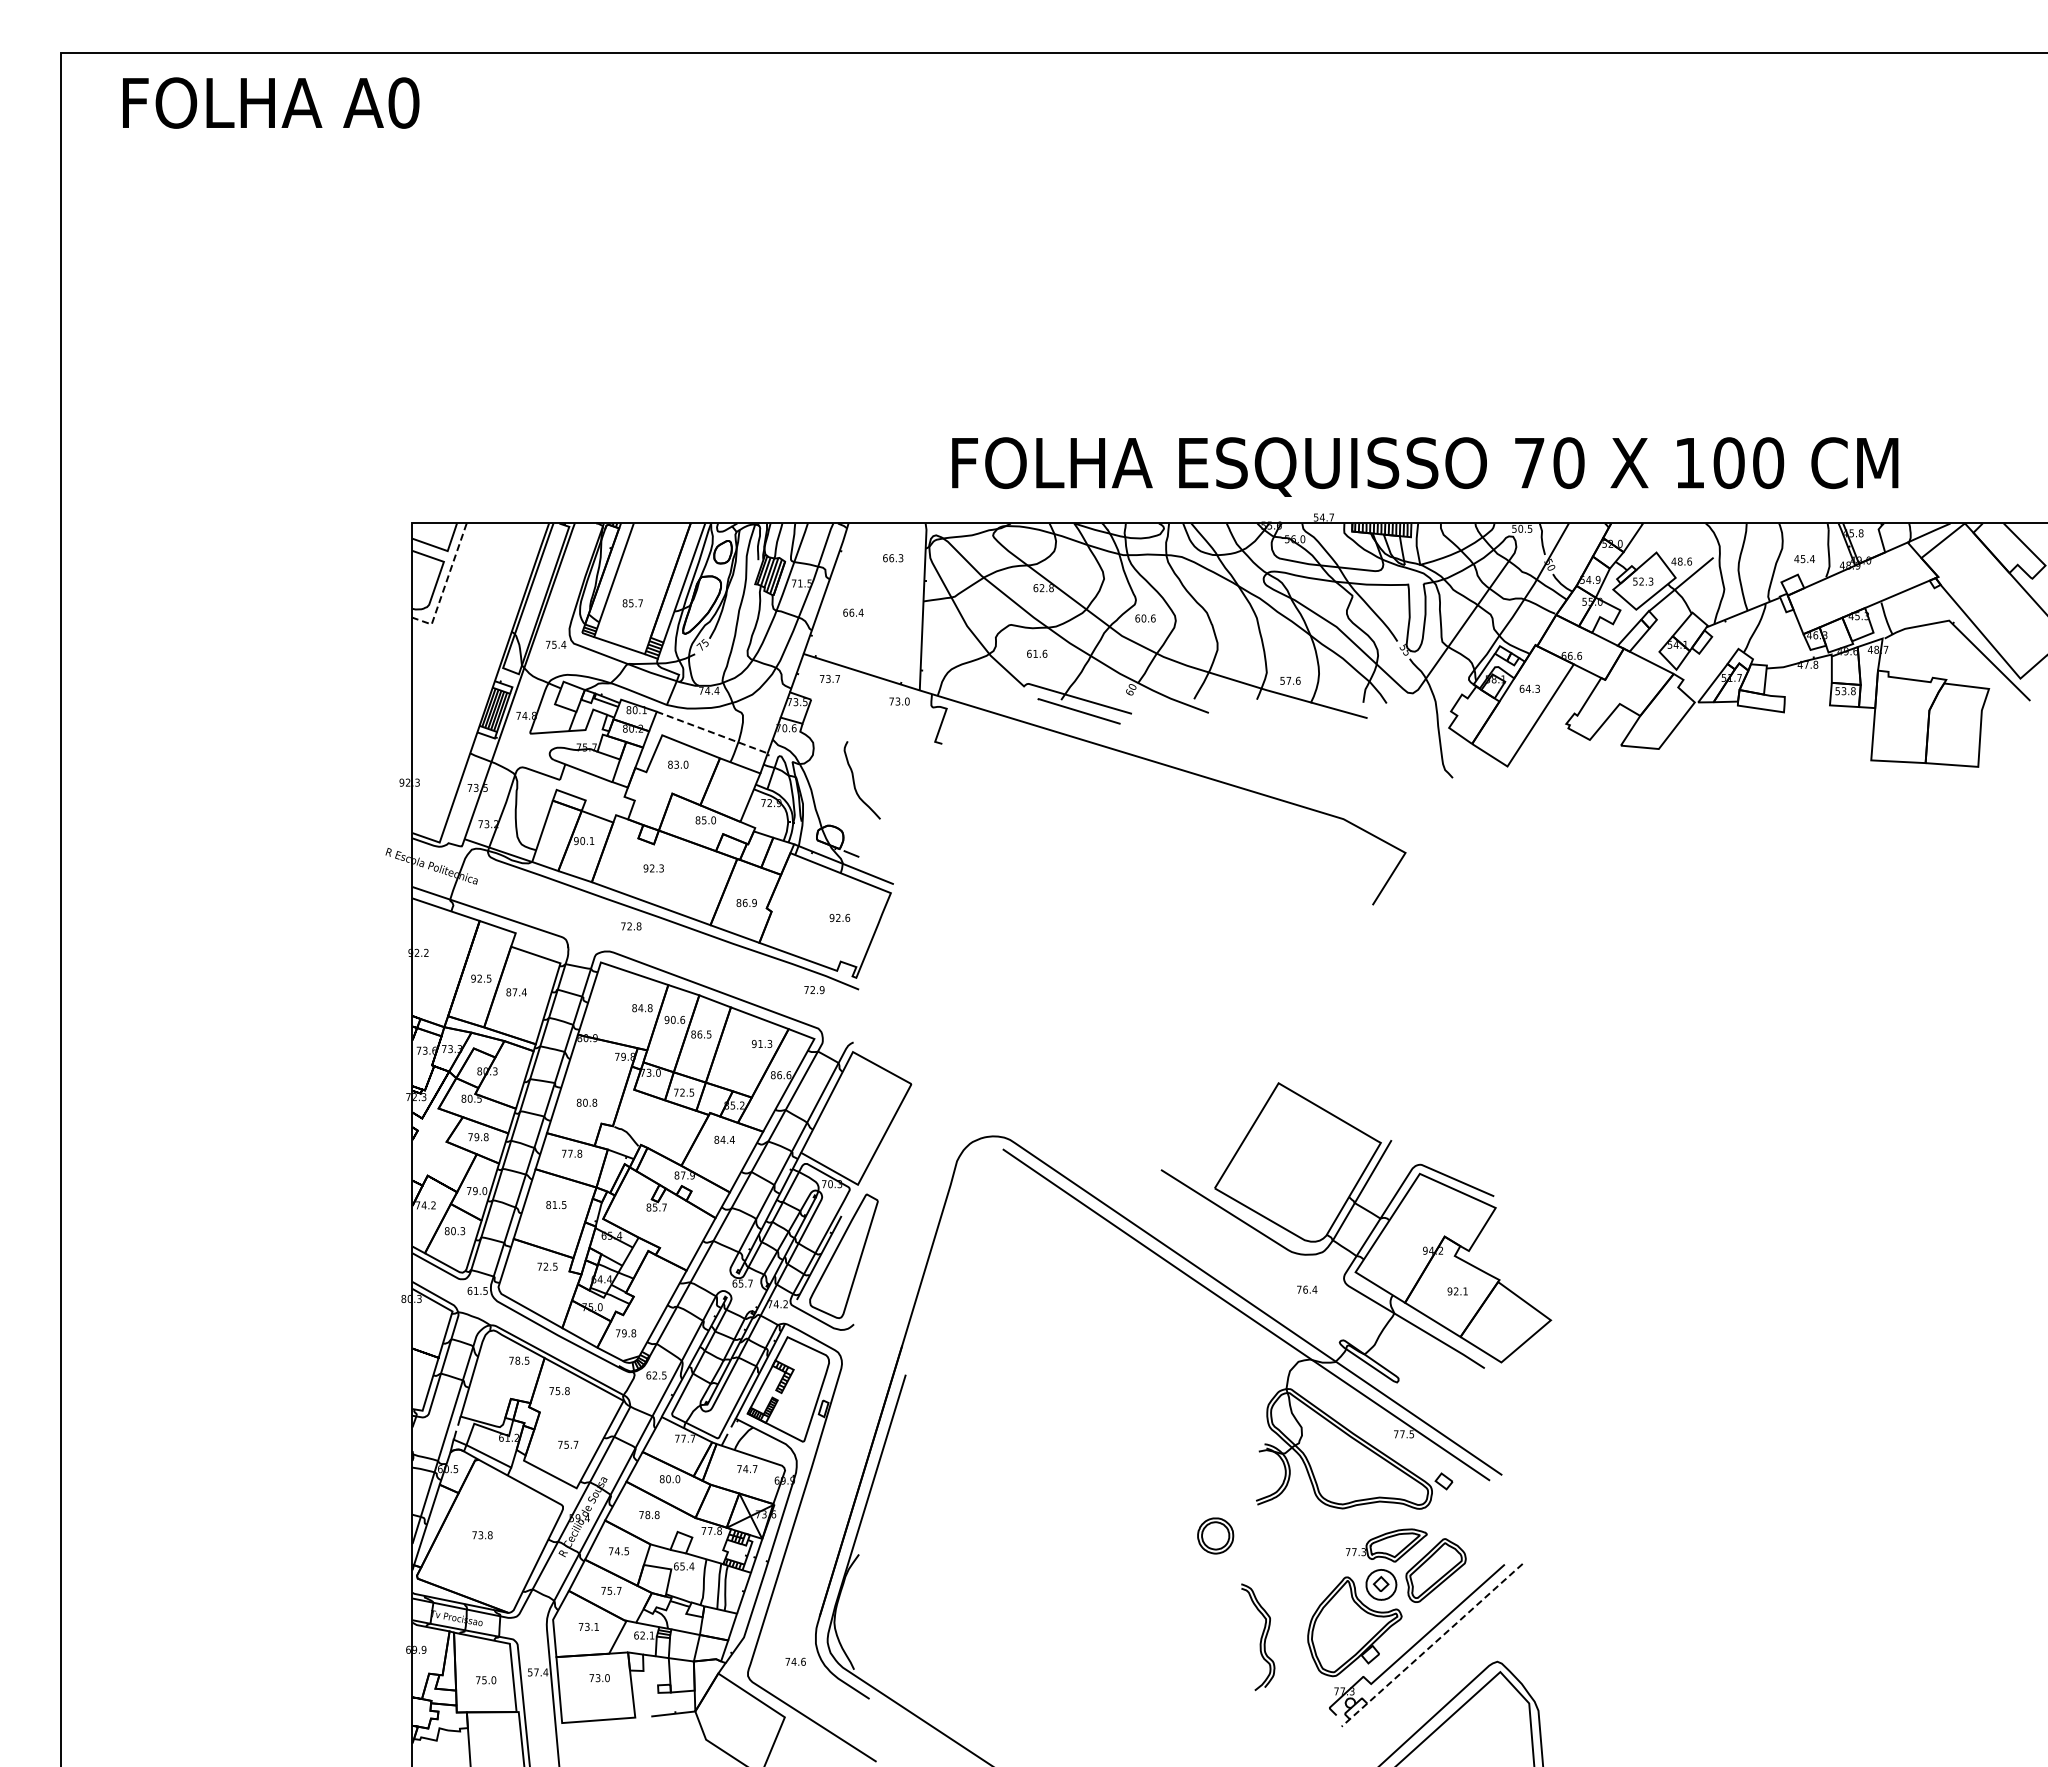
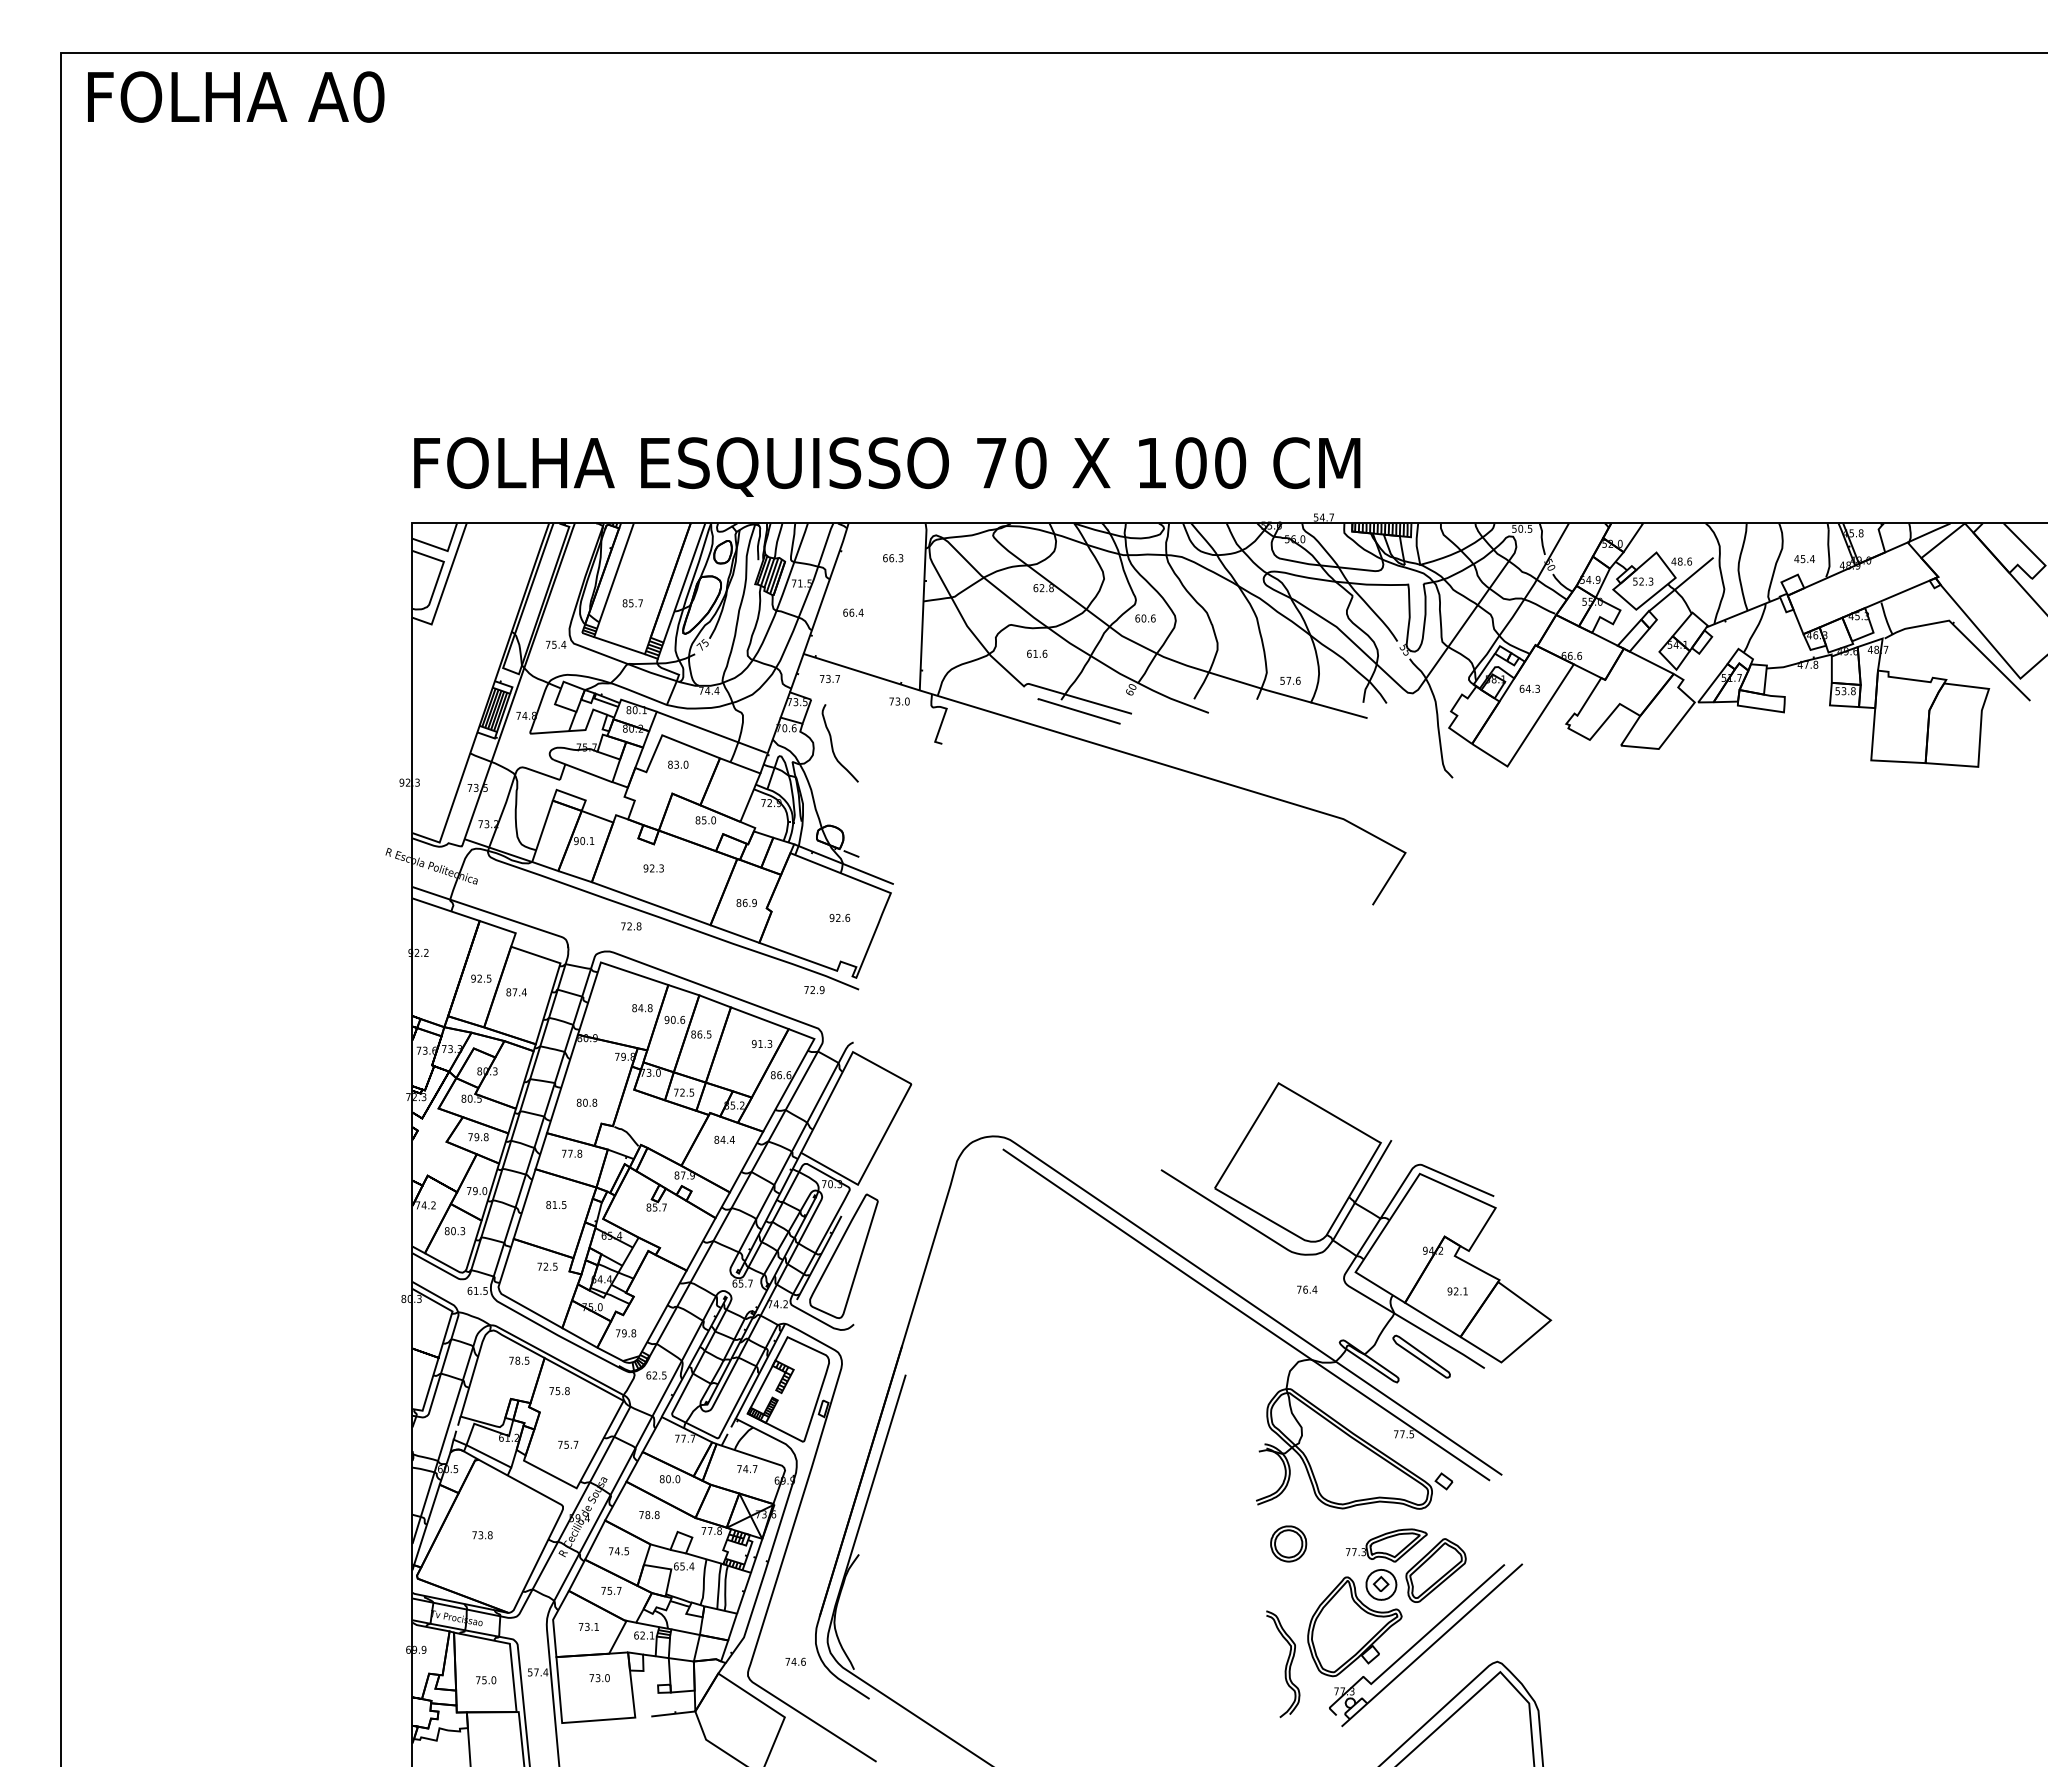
text at (271, 102) position: (271, 102) -> (236, 96)
text at (1425, 466) position: (1425, 466) -> (887, 466)
line at (445, 584): dashed -> solid
line at (711, 732): dashed -> solid
curve at (854, 780) position: (854, 780) -> (832, 743)
part at (1421, 1356): none -> present
part at (1215, 1535) position: (1215, 1535) -> (1288, 1543)
part at (1258, 1637) position: (1258, 1637) -> (1283, 1664)
line at (1432, 1645): dashed -> solid
